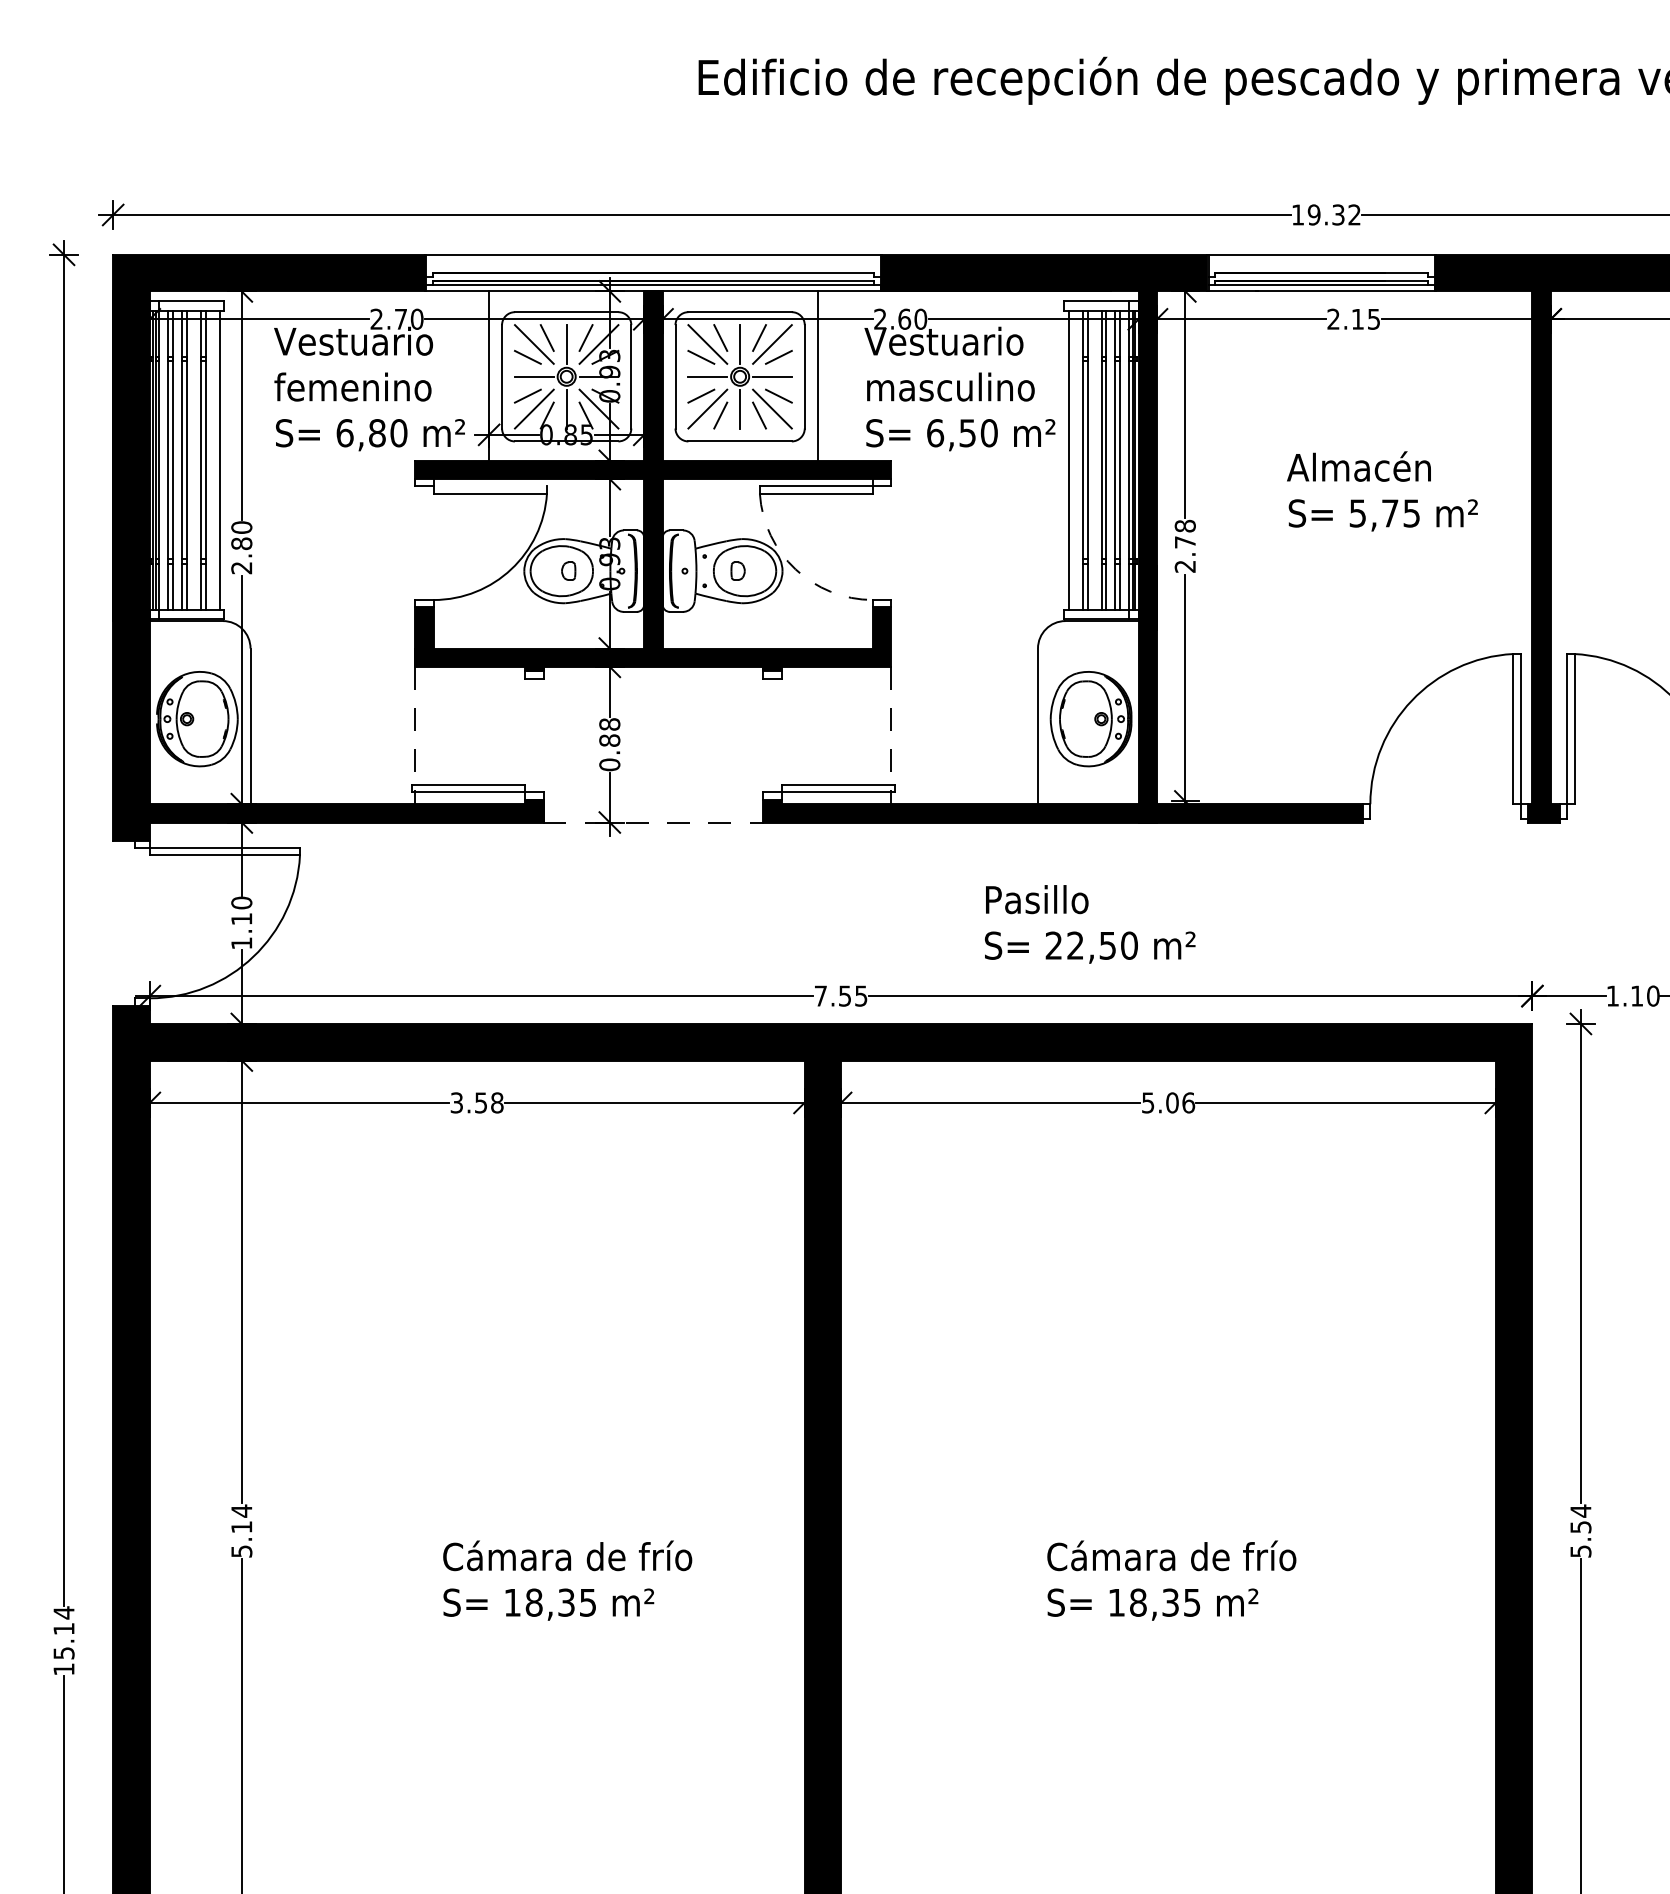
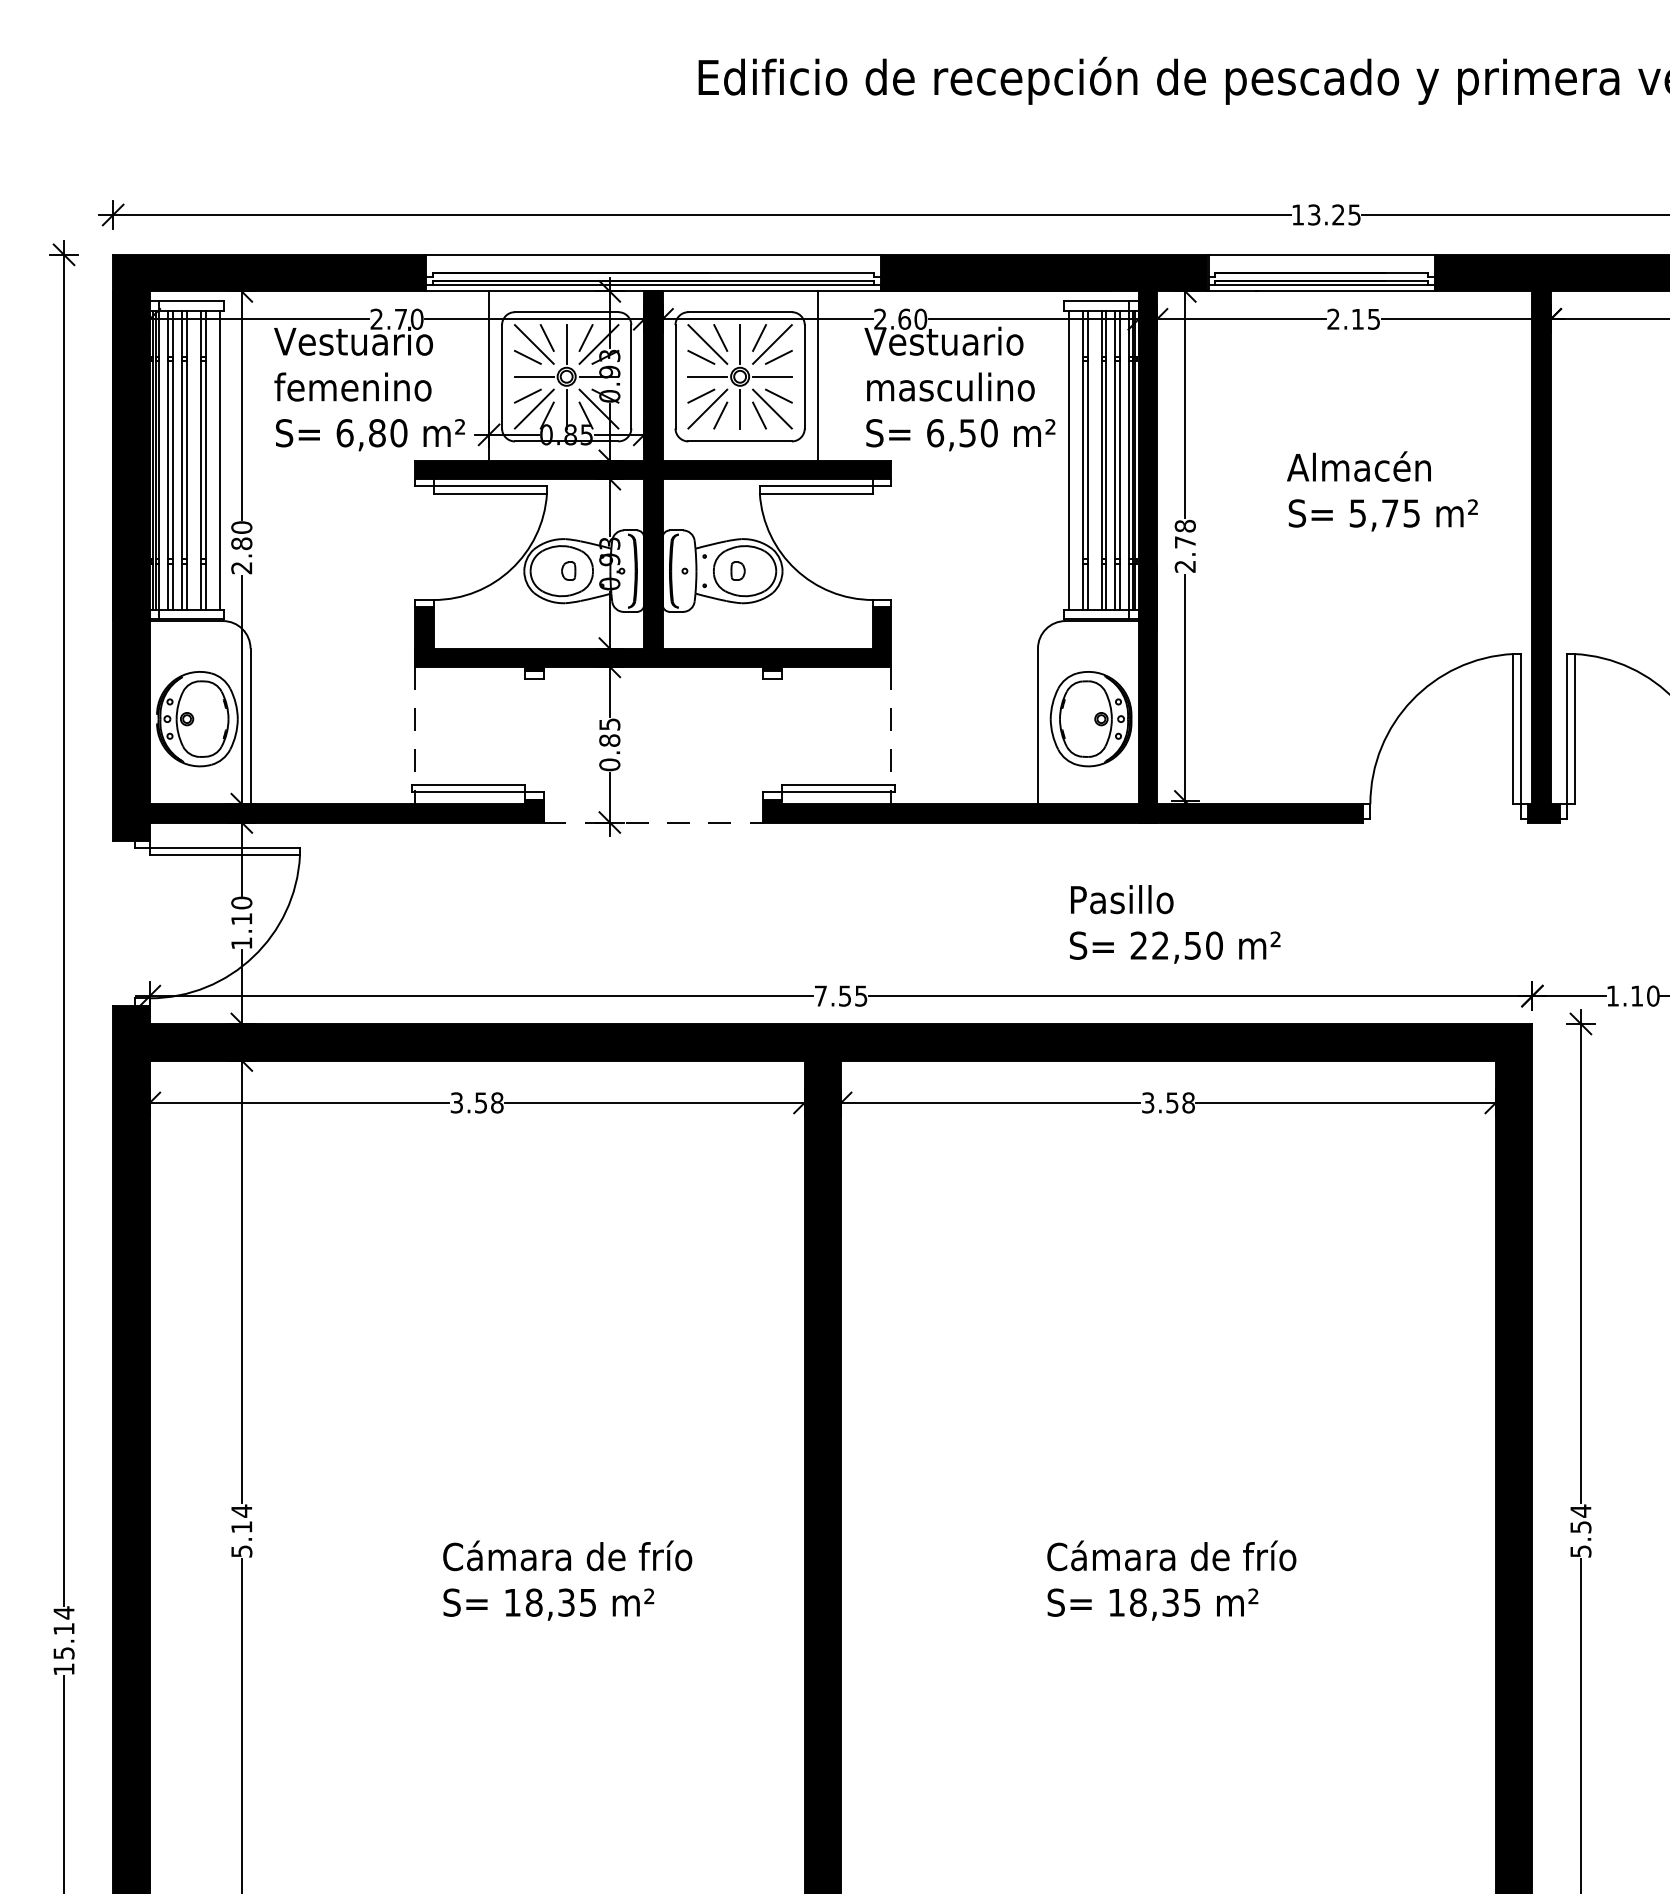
text at (1333, 214): 19.32 -> 13.25
line at (490, 486): none -> present
arc at (795, 569): dashed -> solid
text at (609, 724): 0.88 -> 0.85
text at (1090, 924) position: (1090, 924) -> (1175, 924)
text at (1168, 1102): 5.06 -> 3.58
